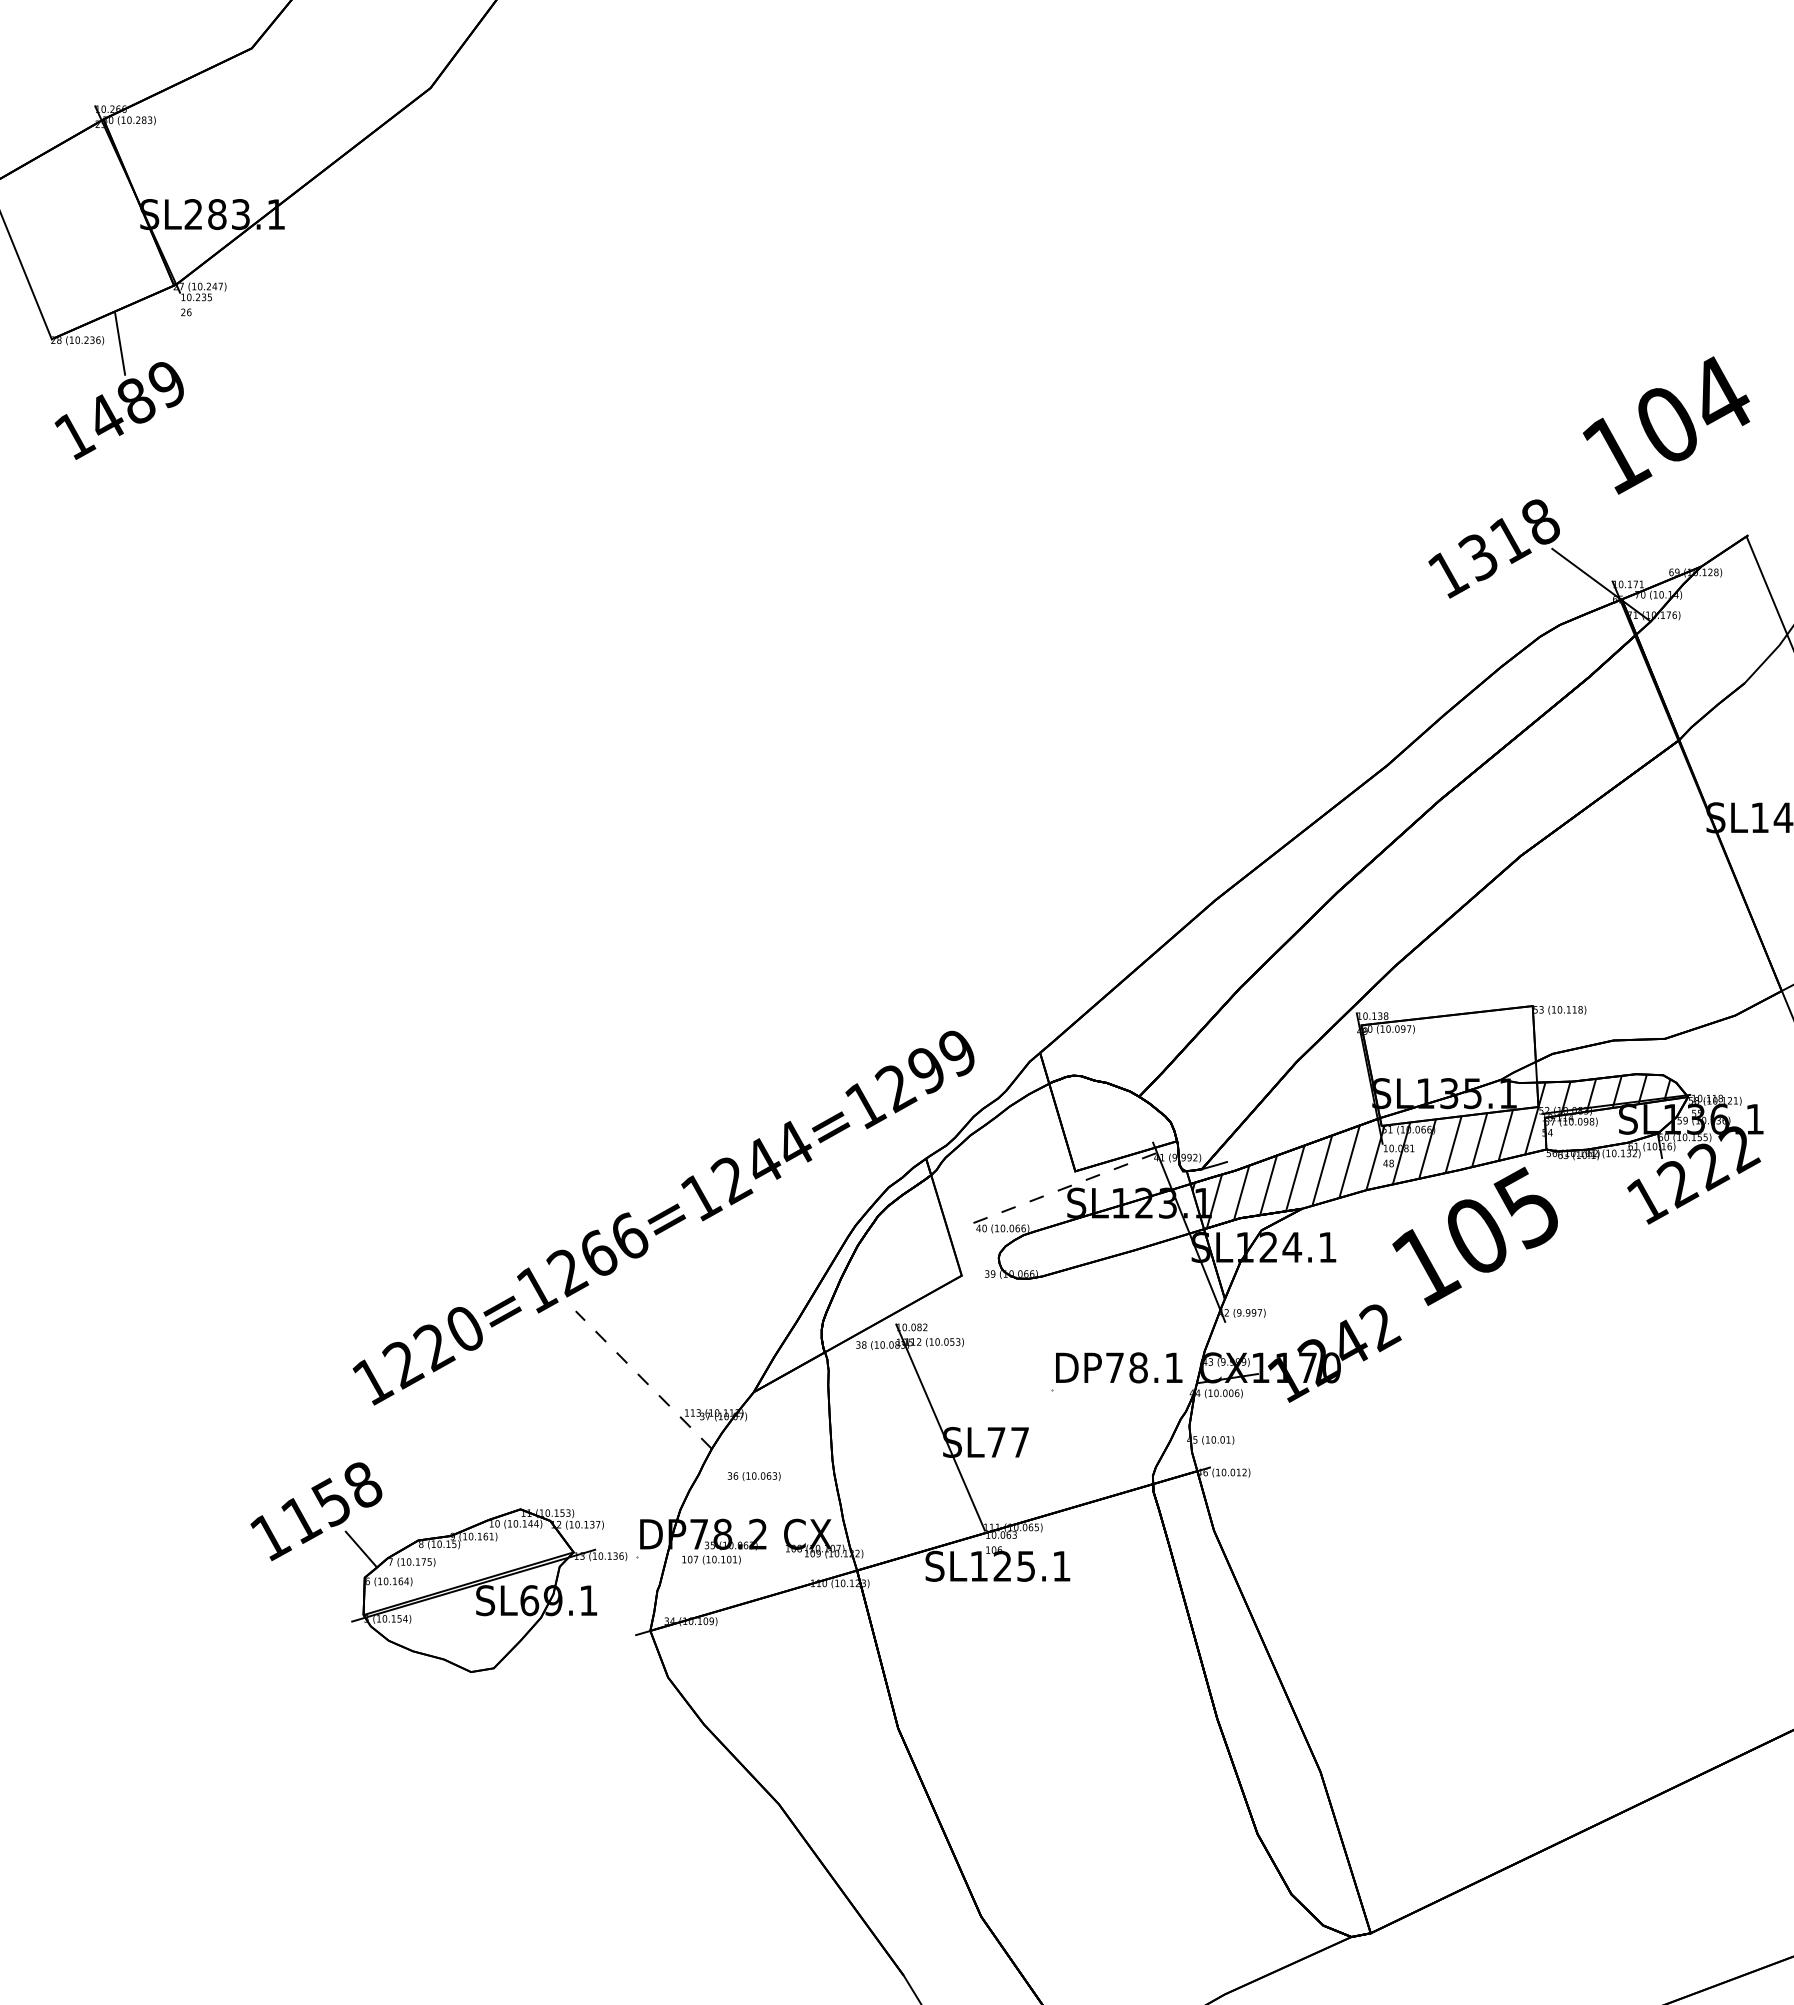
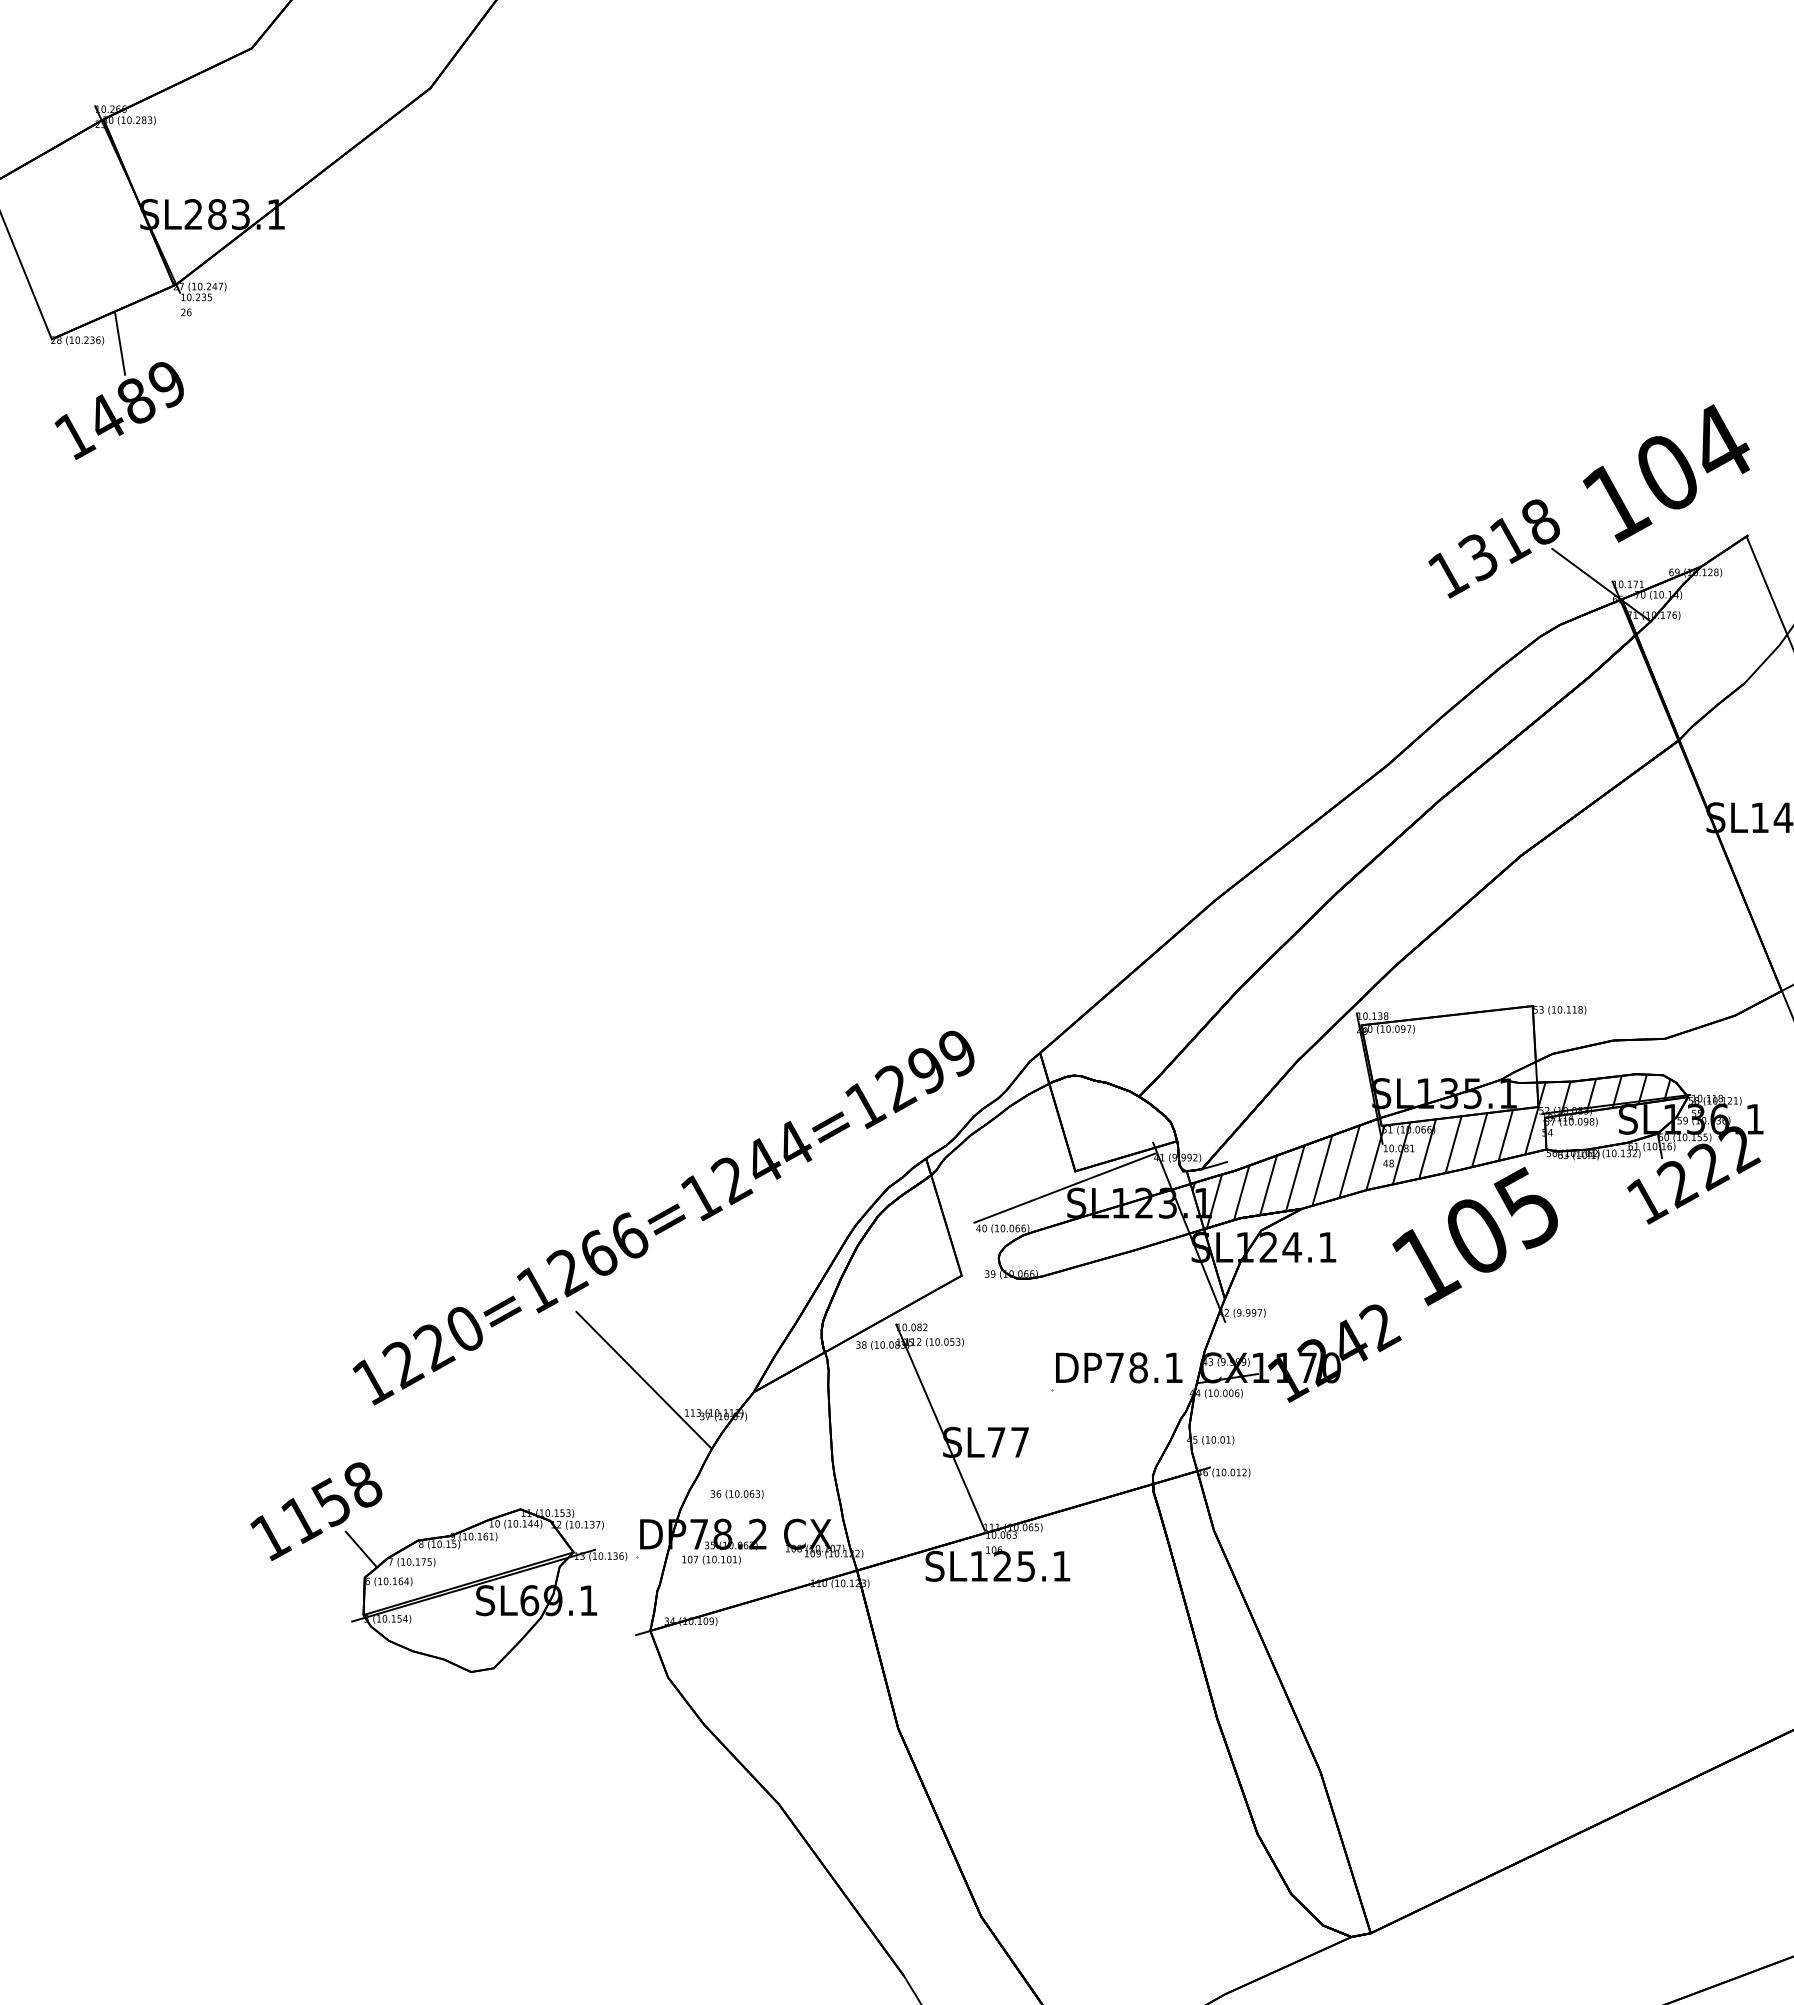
text at (1666, 425) position: (1666, 425) -> (1666, 473)
line at (1064, 1188): dashed -> solid
line at (643, 1380): dashed -> solid
text at (753, 1476) position: (753, 1476) -> (736, 1494)
